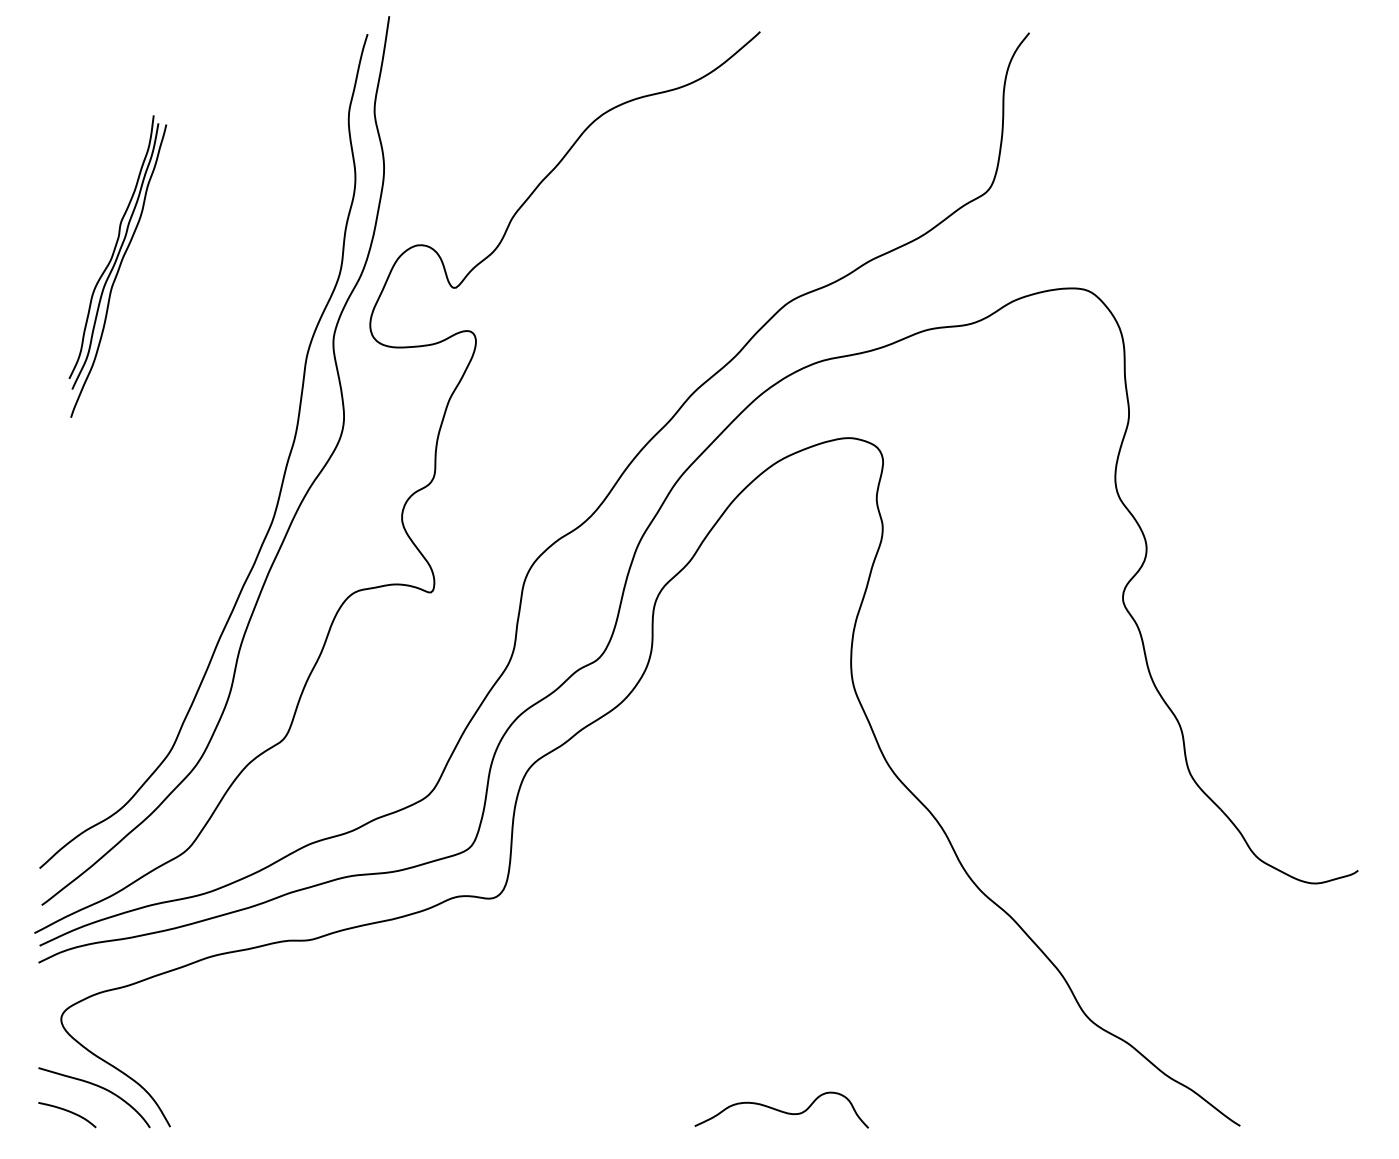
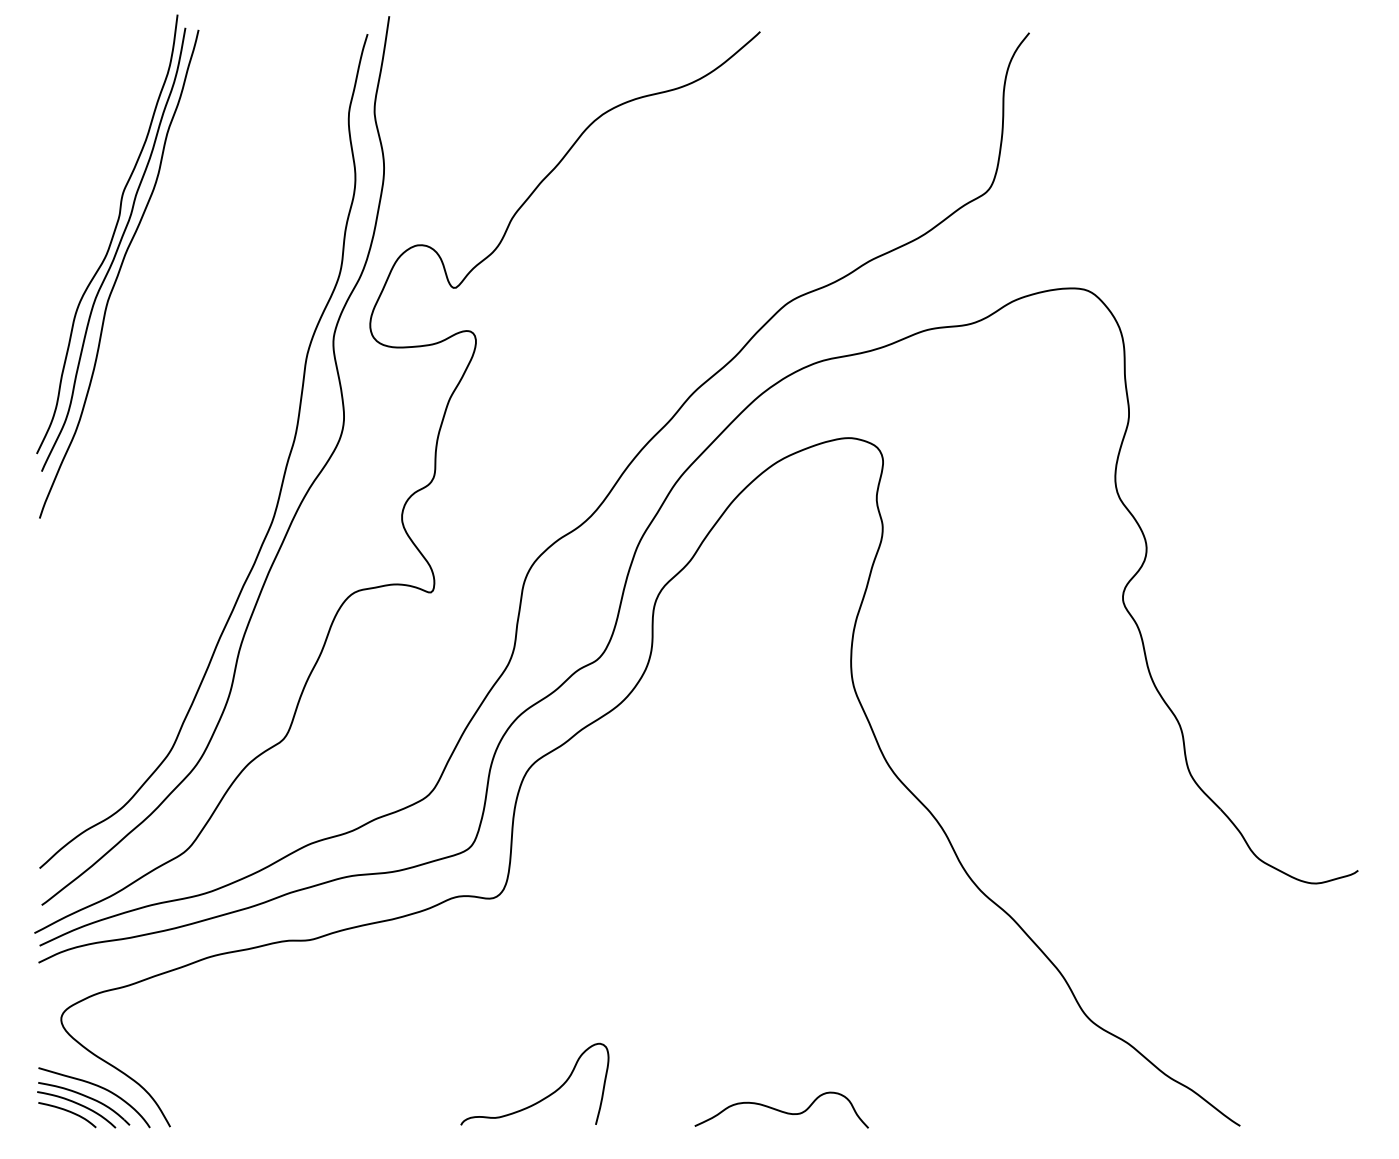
part at (117, 266) size: 100x303 px -> 164x505 px
curve at (542, 1098): none -> present
part at (83, 1105): none -> present
